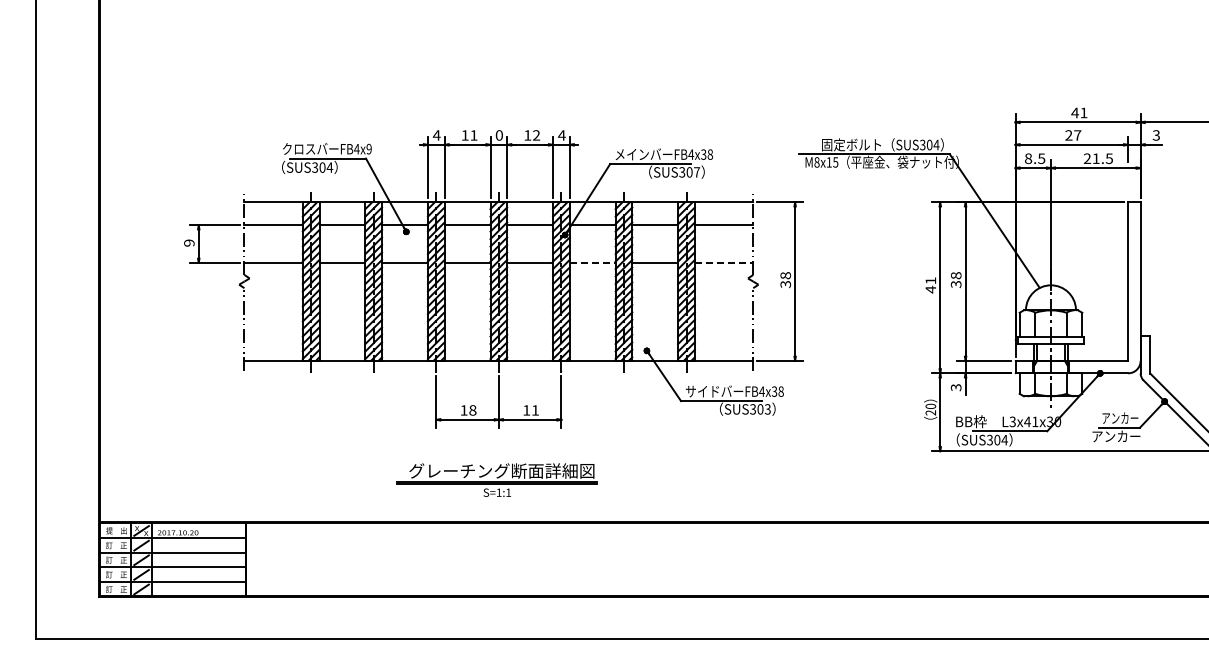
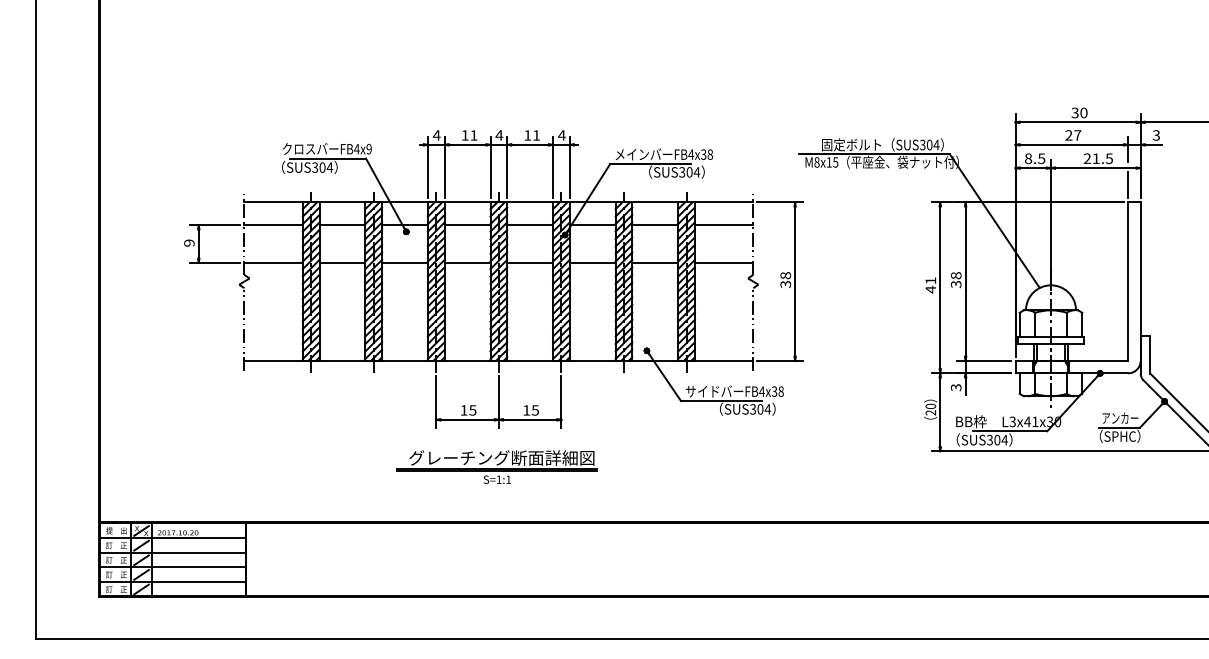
text at (1079, 112): 41 -> 30
text at (499, 135): 0 -> 4
text at (536, 135): 12 -> 11
text at (696, 172): SUS307 -> SUS304
line at (1128, 184): none -> present
line at (592, 262): dashed -> solid
line at (724, 262): dashed -> solid
text at (767, 409): SUS303 -> SUS304
text at (472, 410): 18 -> 15
text at (534, 410): 11 -> 15
text at (1116, 435): アンカー -> （SPHC）
part at (496, 479) position: (496, 479) -> (496, 466)
